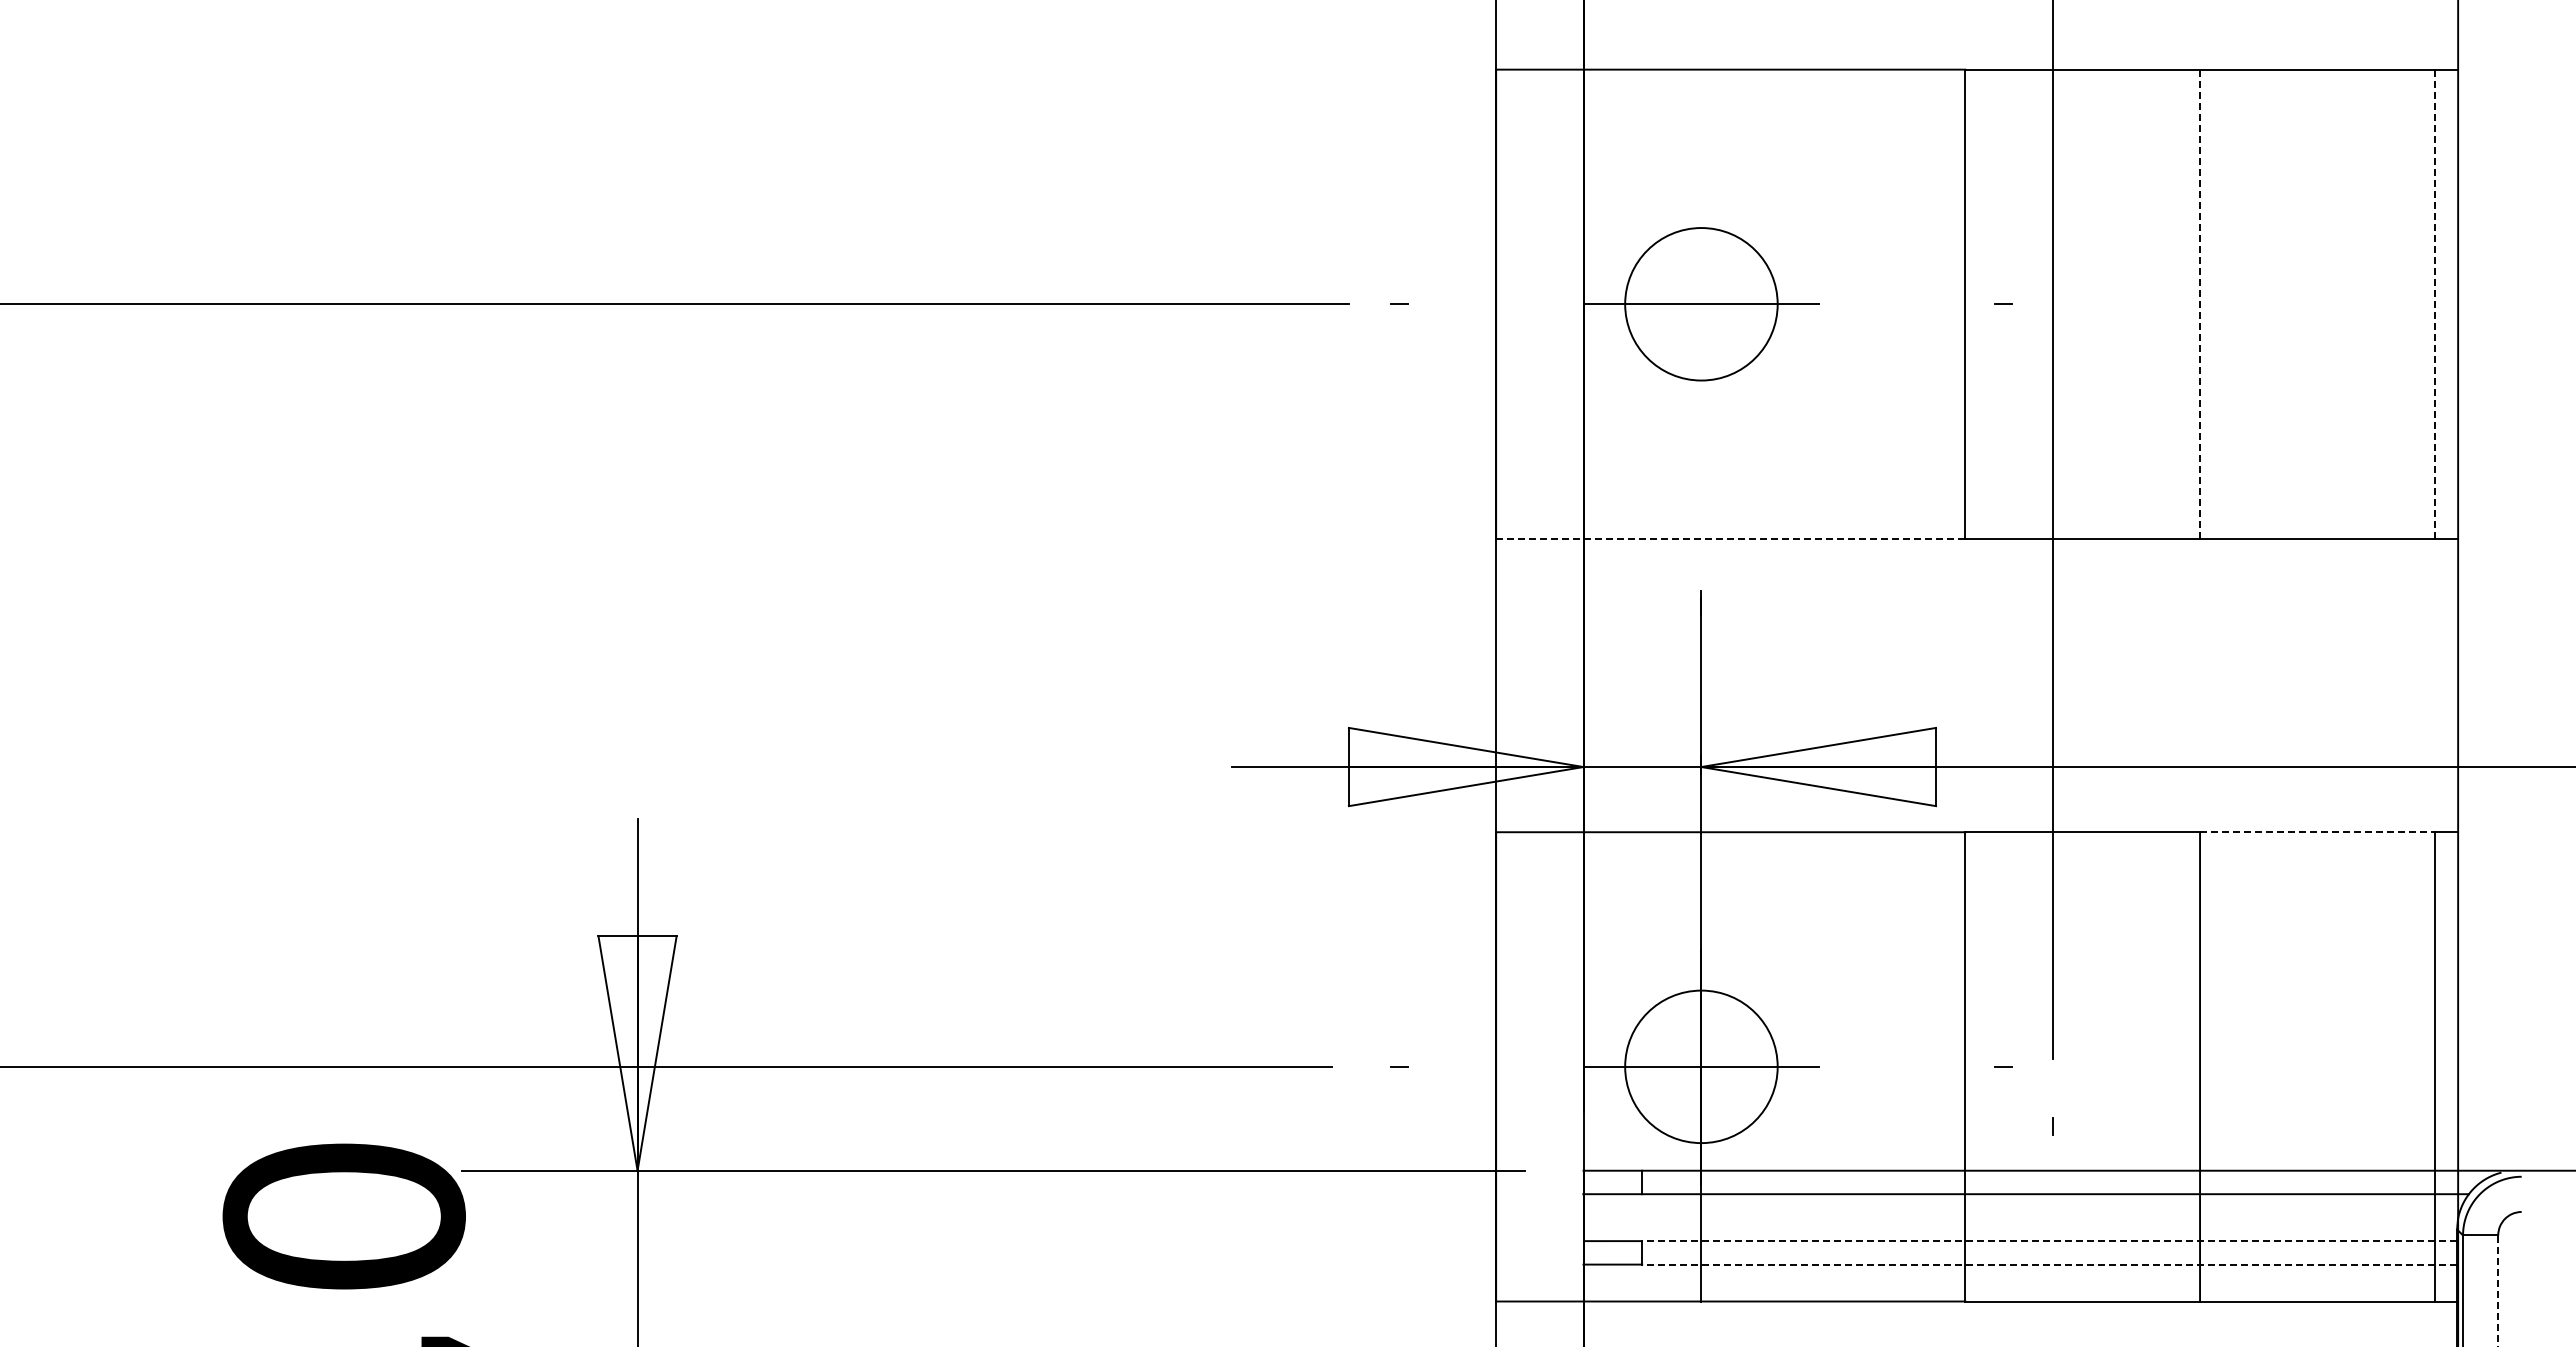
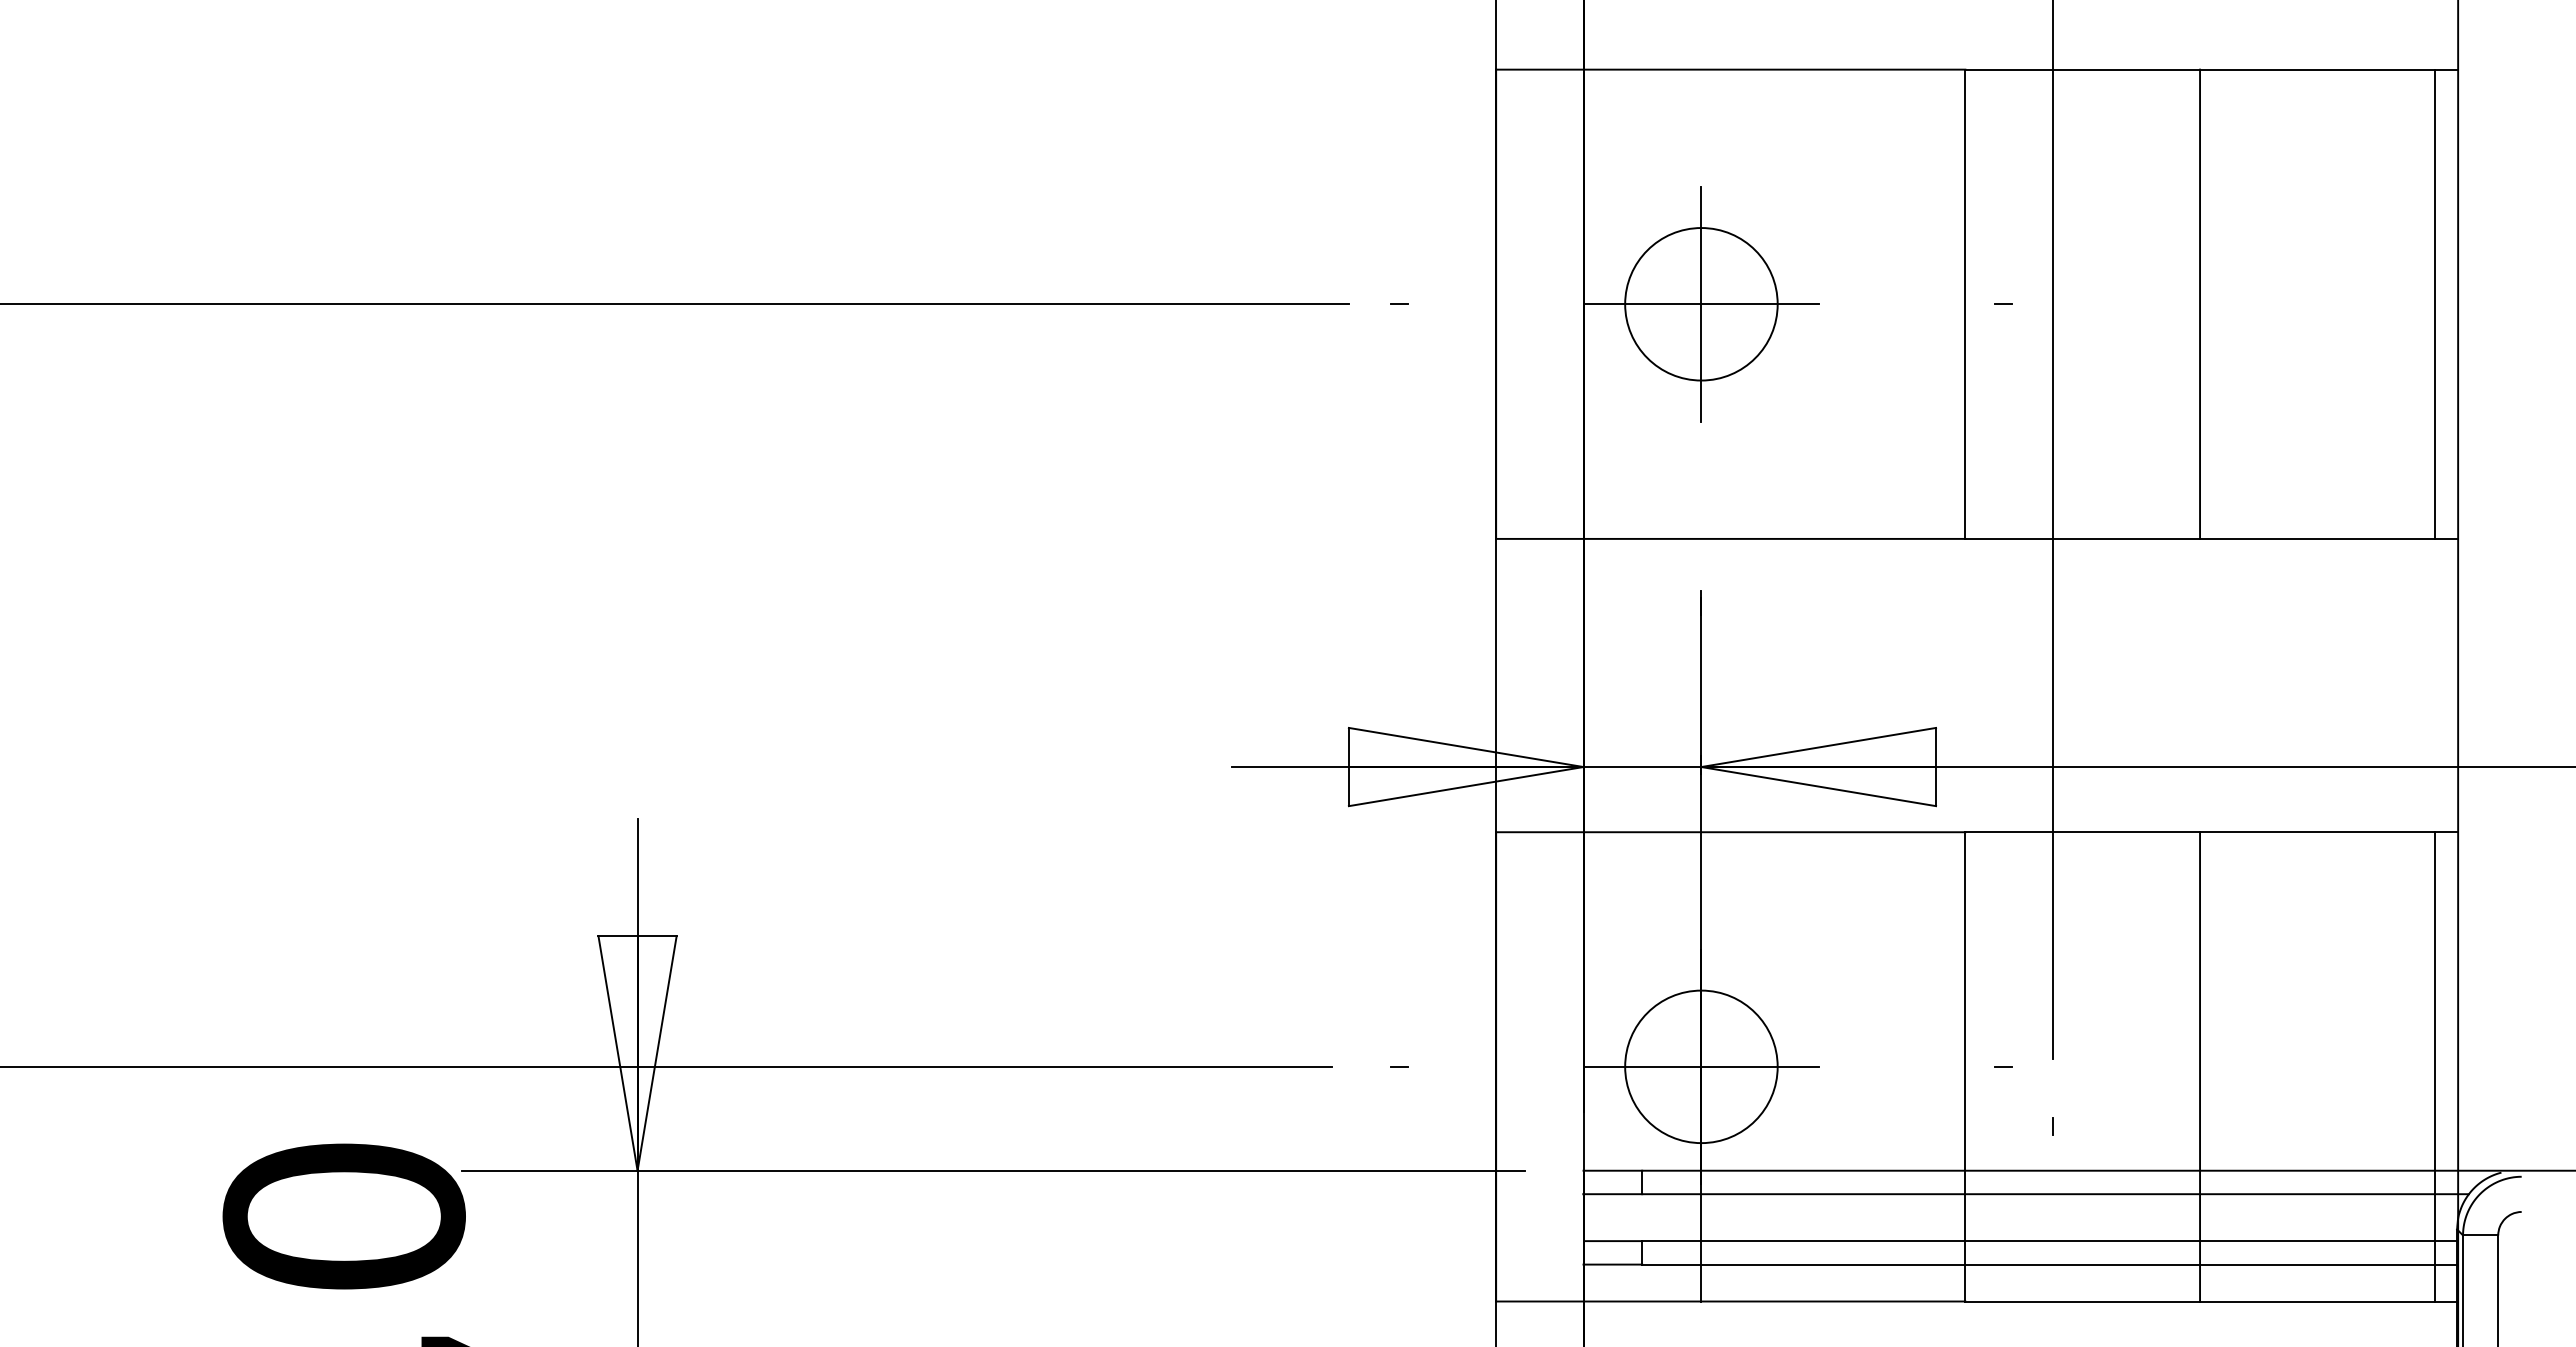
line at (1701, 303): none -> present
line at (2200, 304): dashed -> solid
line at (2434, 304): dashed -> solid
line at (1730, 538): dashed -> solid
line at (2317, 832): dashed -> solid
line at (2049, 1241): dashed -> solid
line at (2049, 1264): dashed -> solid
line at (2498, 1290): dashed -> solid
